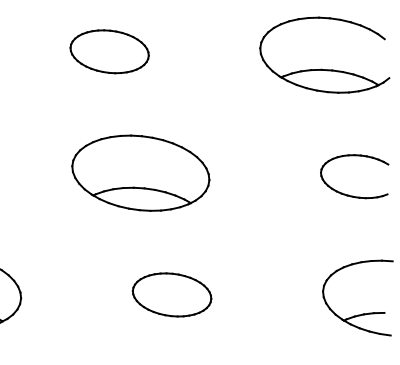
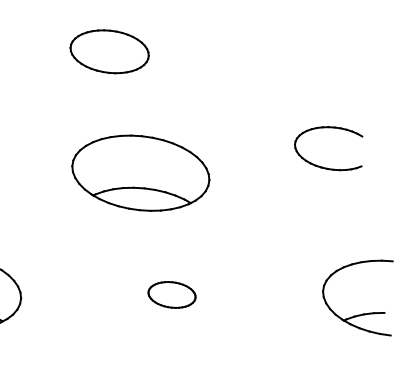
part at (321, 68): present -> none
part at (348, 194) position: (348, 194) -> (322, 166)
part at (171, 294) size: 82x46 px -> 50x28 px
